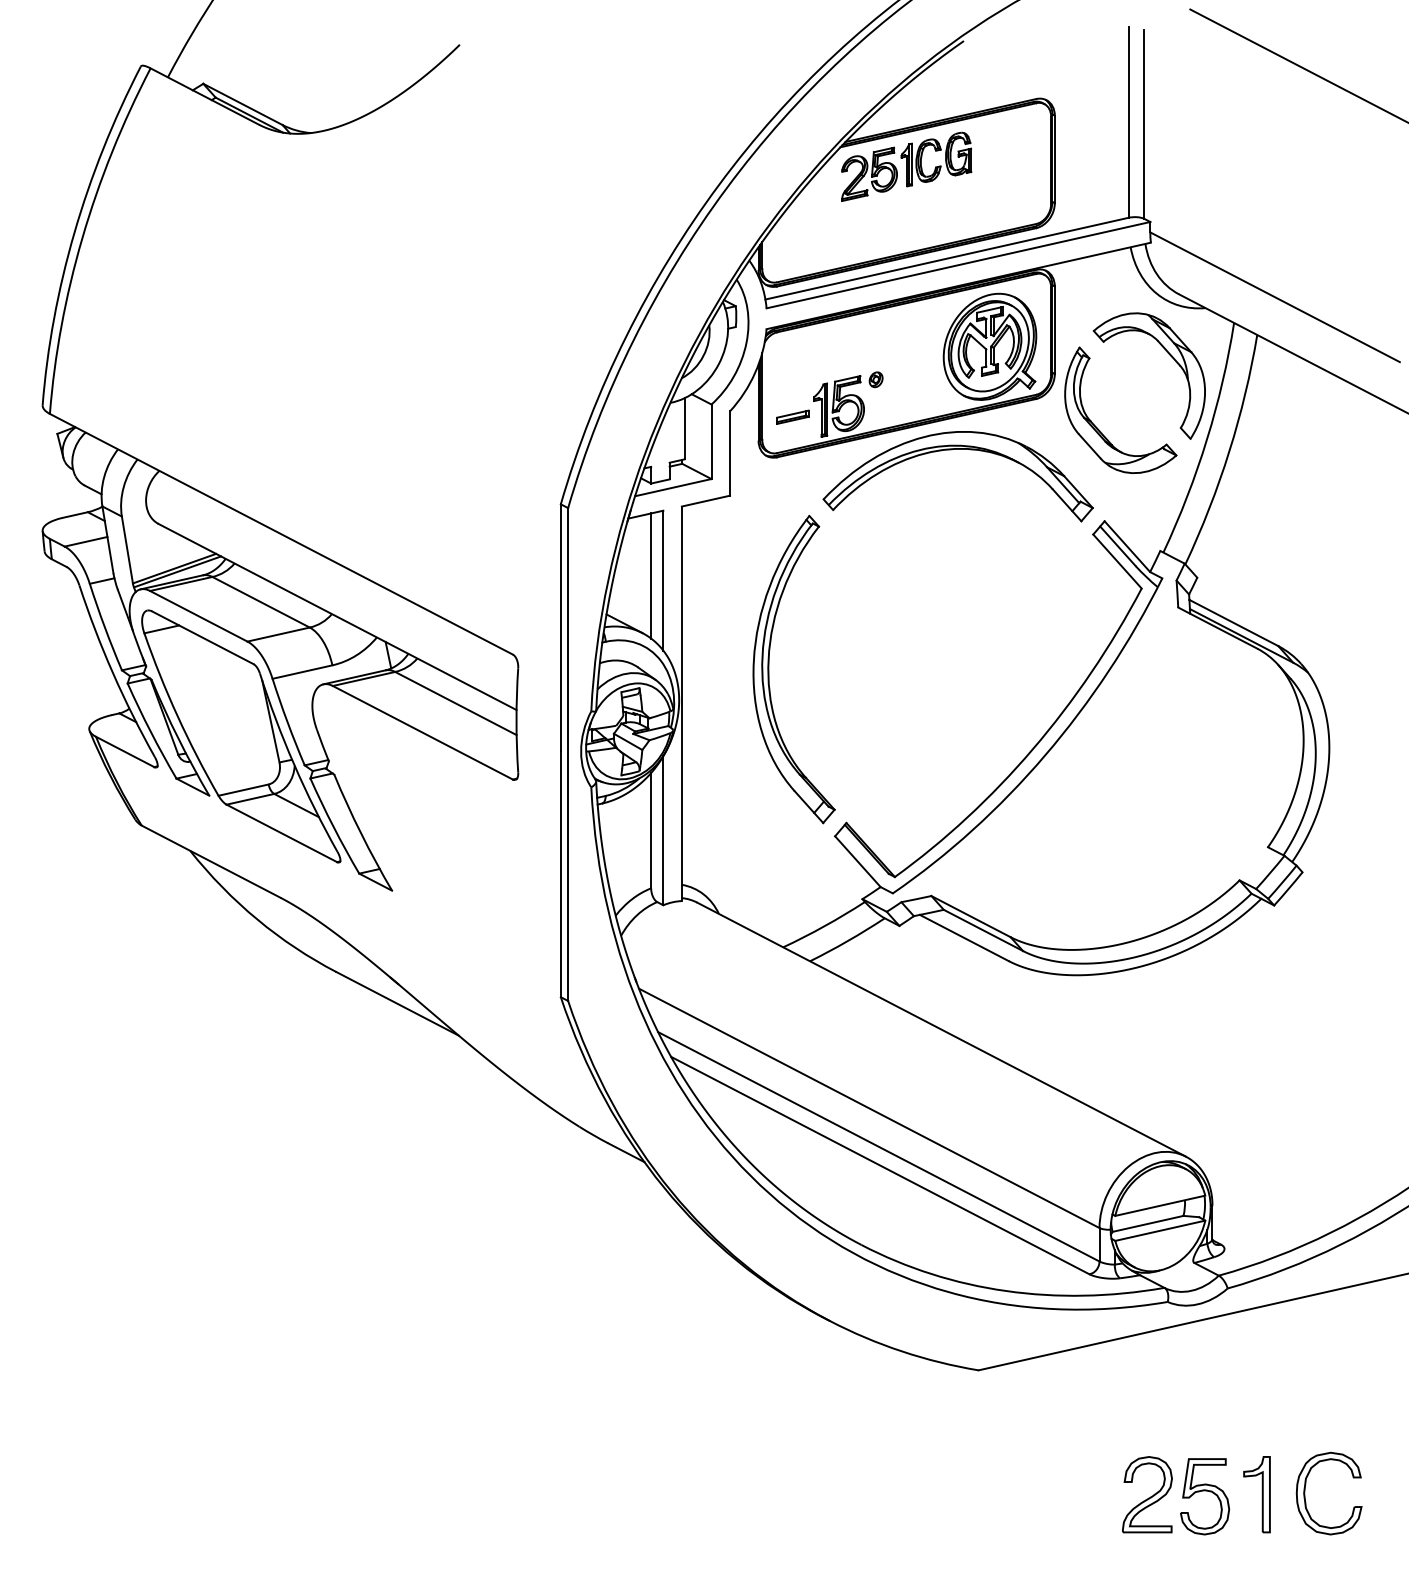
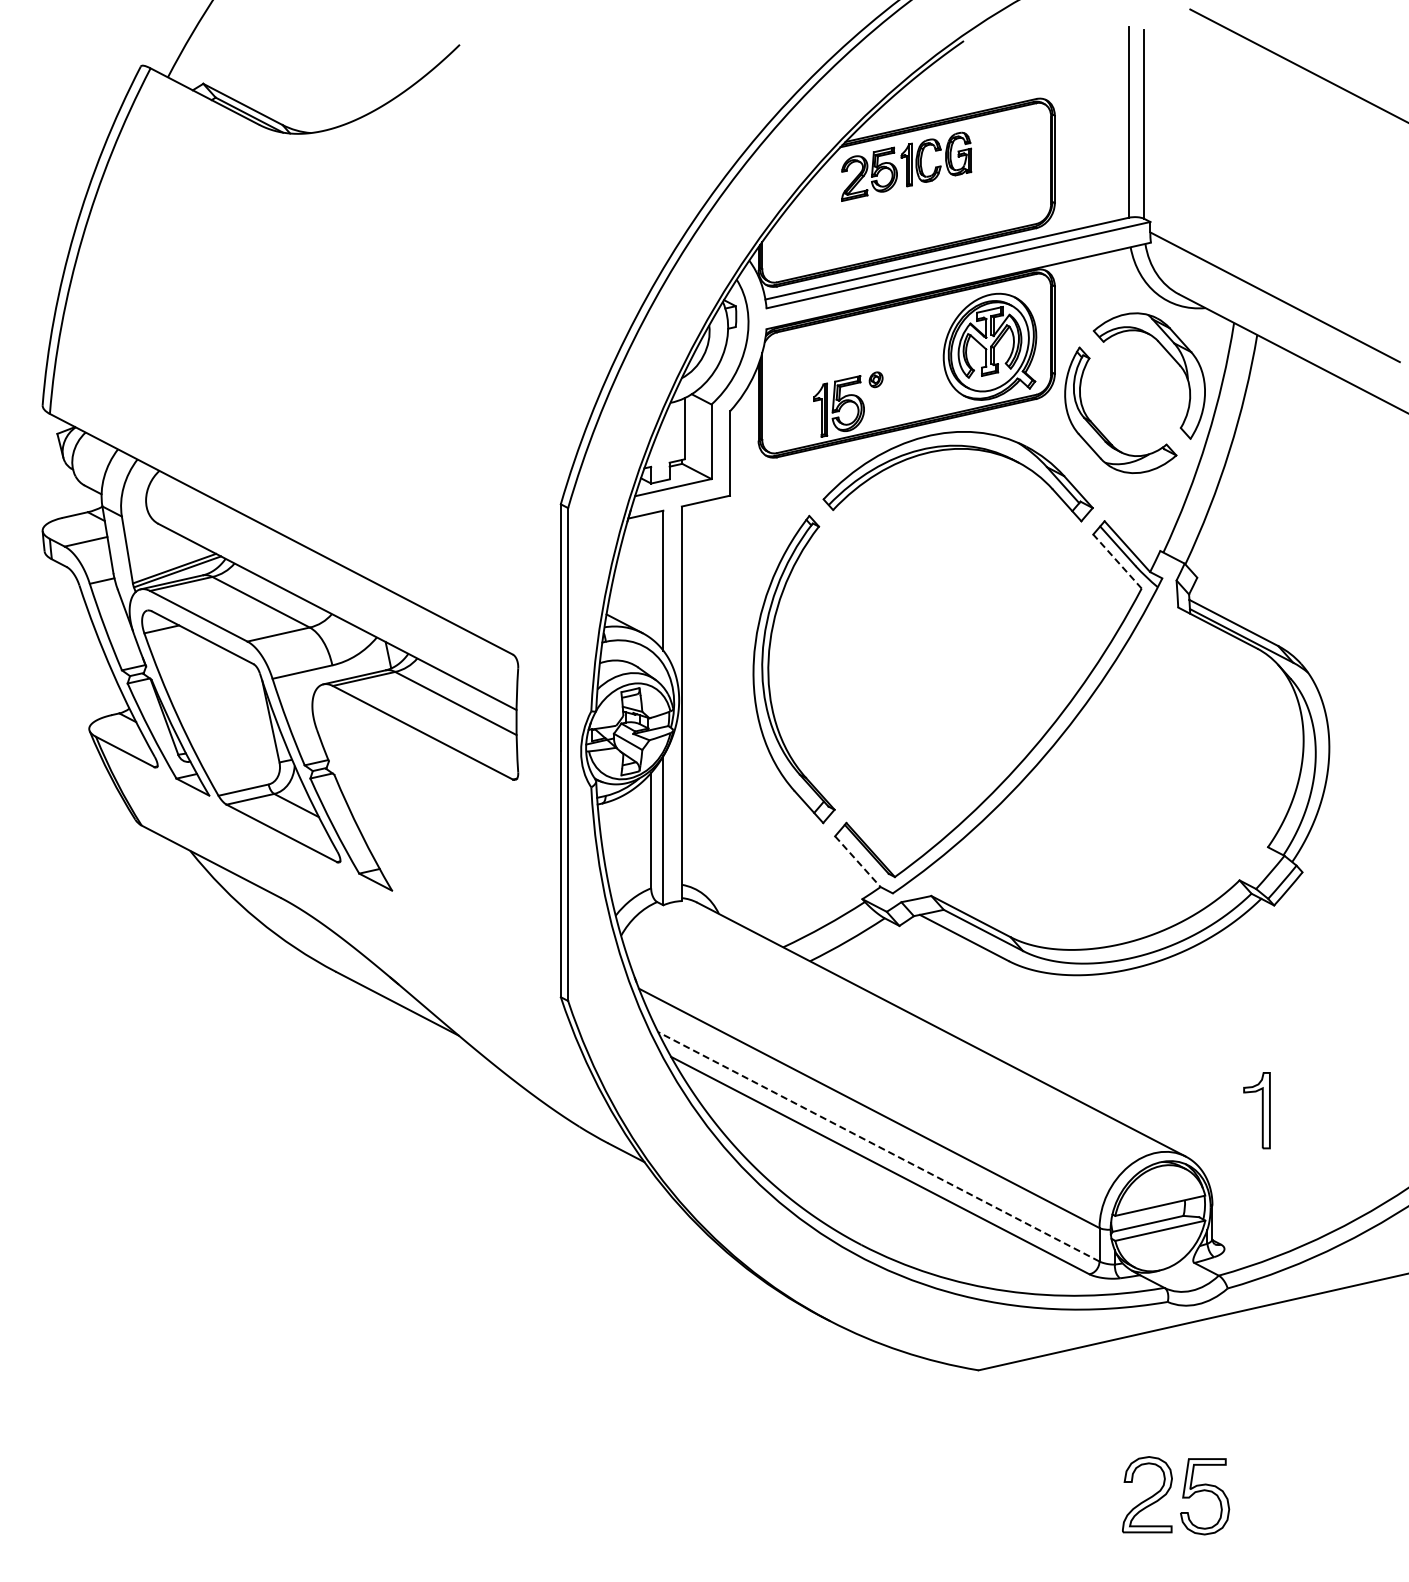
part at (792, 416): present -> none
line at (1117, 561): solid -> dashed
line at (651, 575): present -> none
line at (858, 862): solid -> dashed
line at (878, 1146): solid -> dashed
part at (1305, 1493): present -> none
part at (1256, 1494) position: (1256, 1494) -> (1256, 1110)
